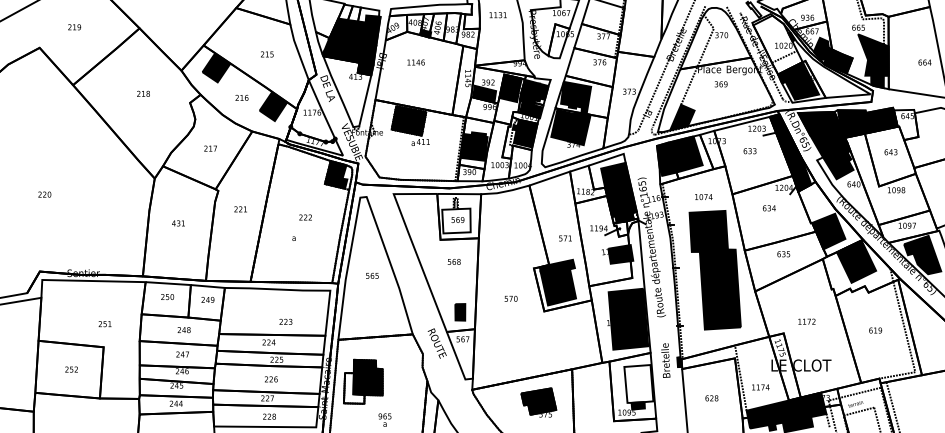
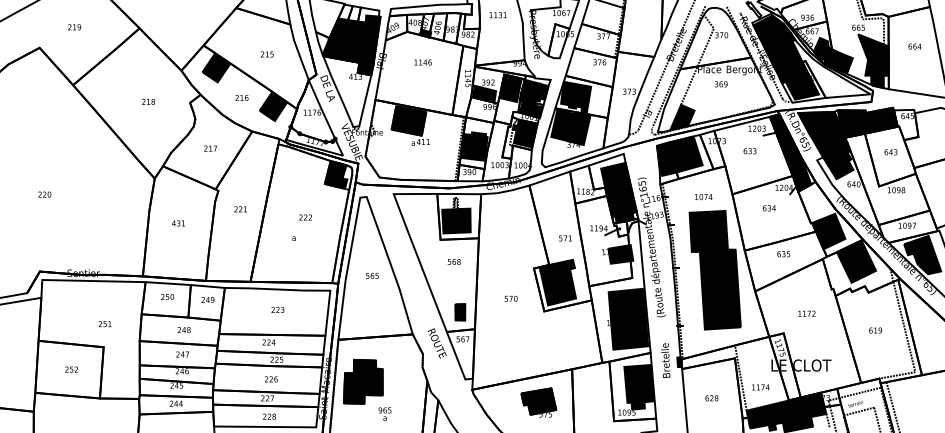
fill at (777, 44): none -> present
text at (415, 62) position: (415, 62) -> (422, 62)
text at (924, 62) position: (924, 62) -> (914, 46)
text at (143, 93) position: (143, 93) -> (148, 101)
fill at (456, 220): none -> present
text at (285, 321) position: (285, 321) -> (277, 309)
text at (806, 321) position: (806, 321) -> (806, 313)
fill at (638, 383): none -> present
fill at (353, 388): none -> present
text at (384, 419) position: (384, 419) -> (384, 413)
